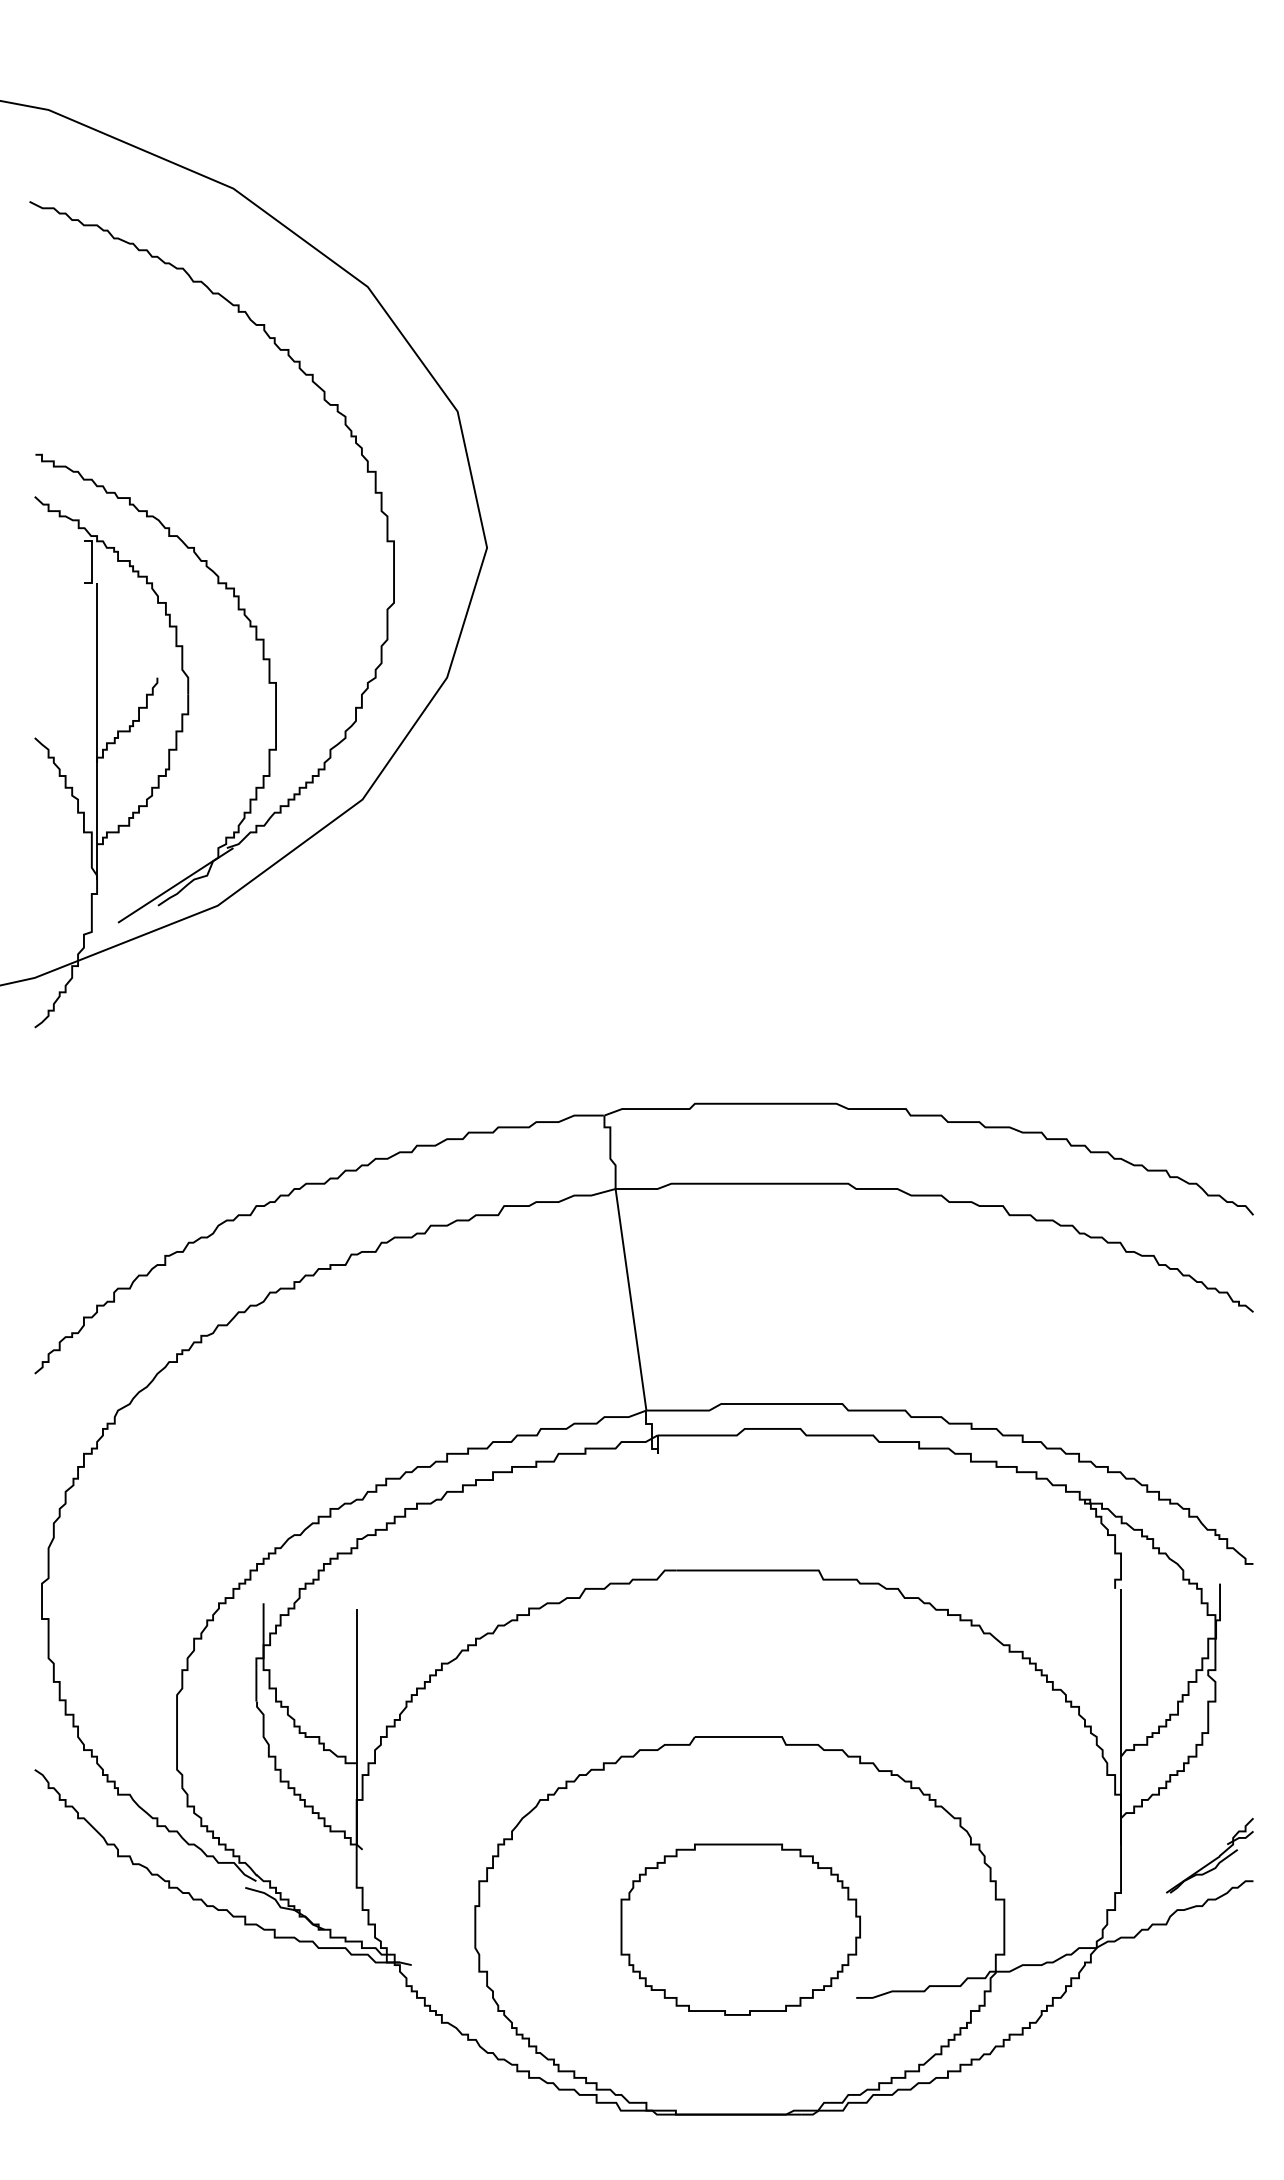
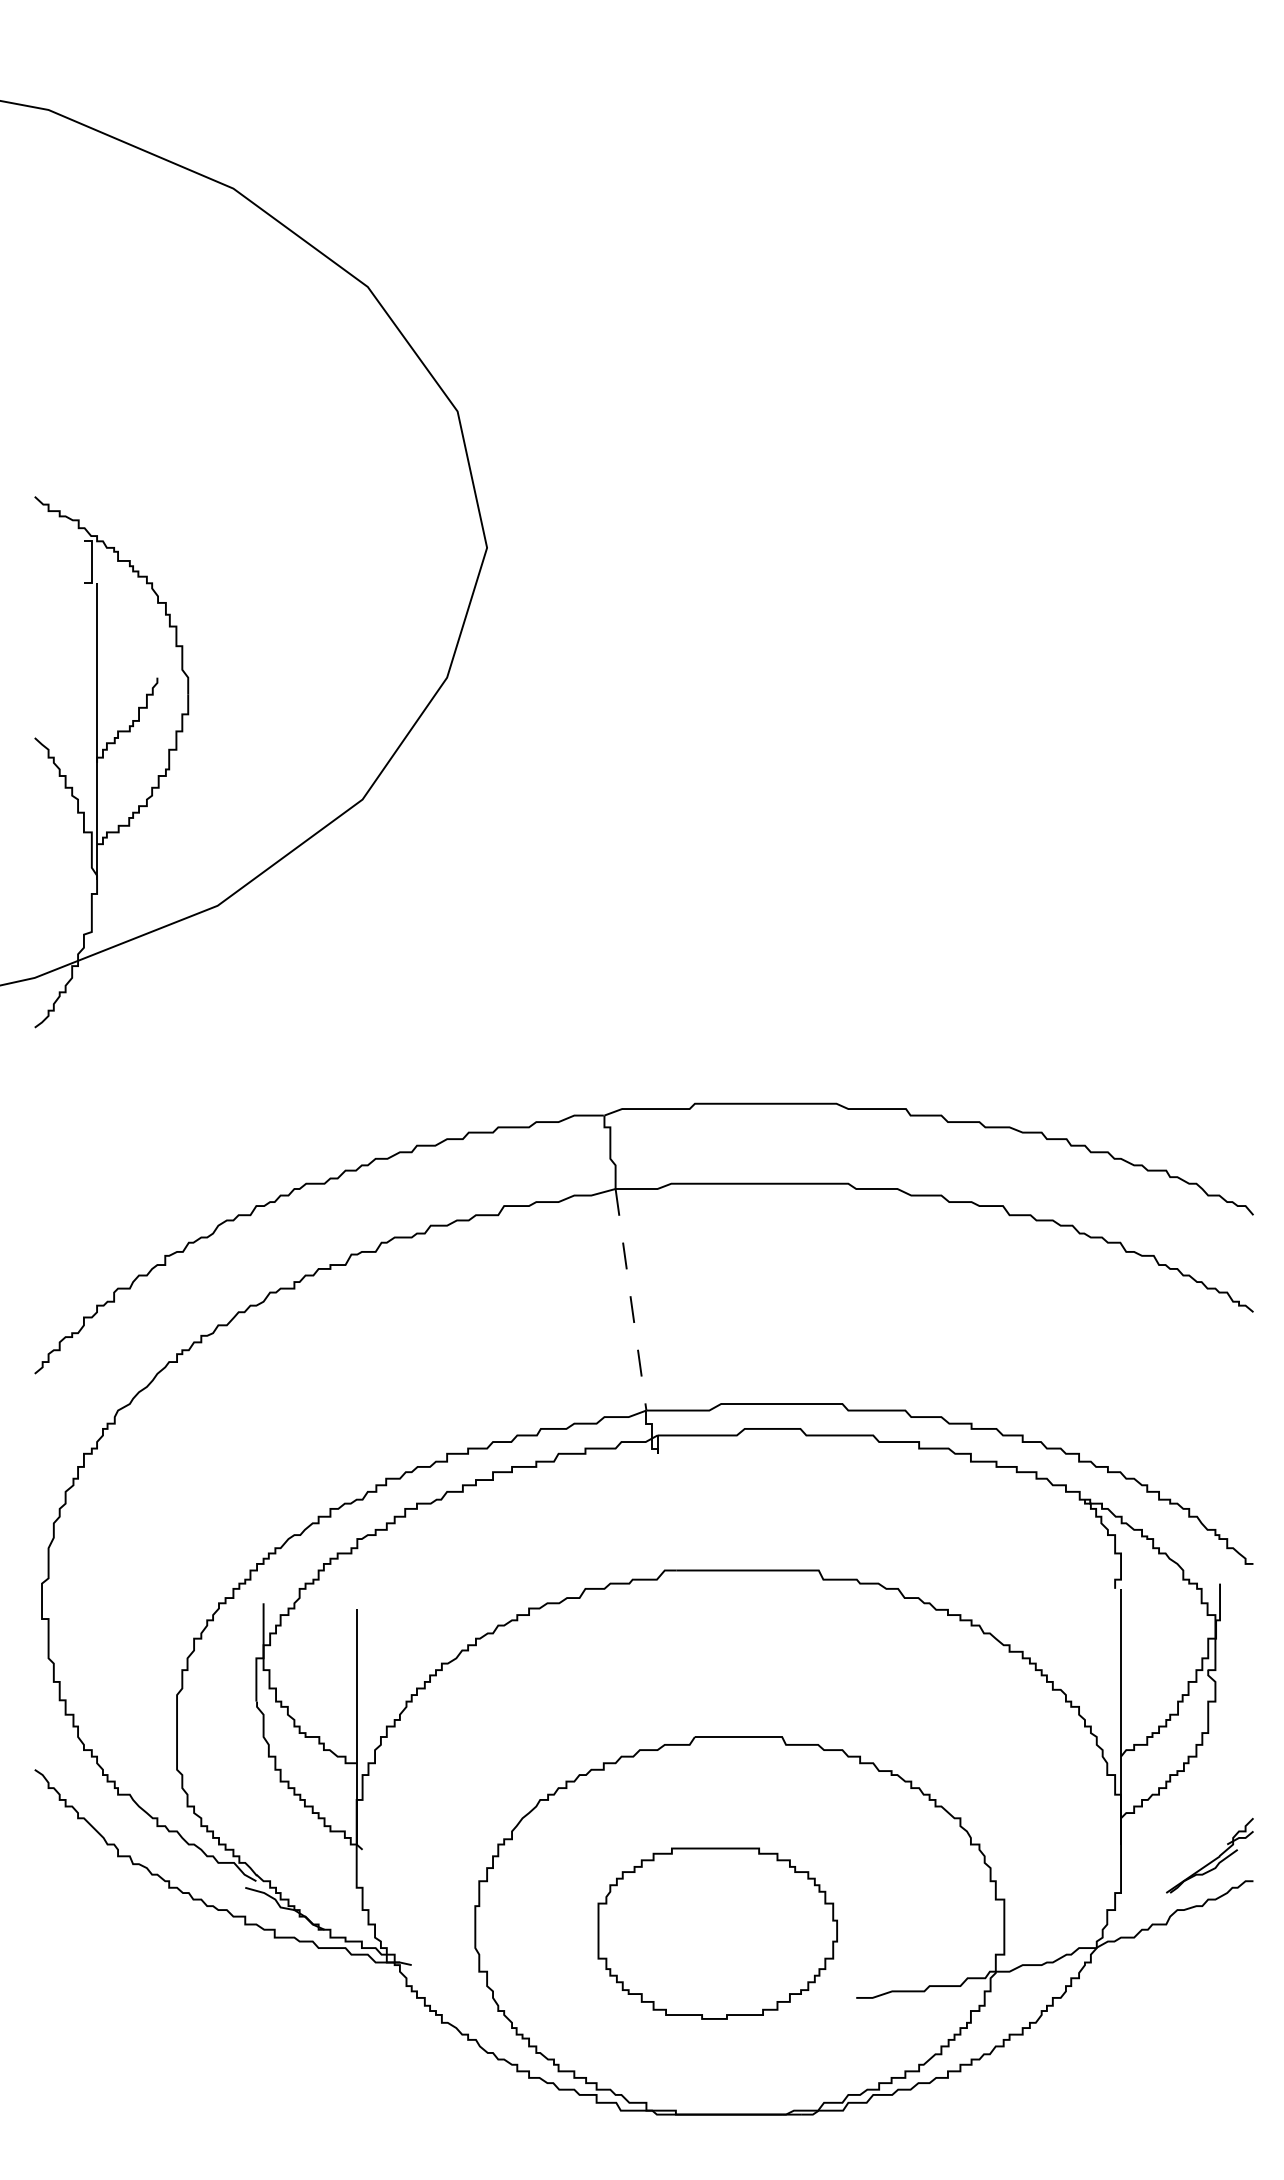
part at (211, 562): present -> none
line at (631, 1299): solid -> dashed
part at (740, 1929) position: (740, 1929) -> (717, 1933)
